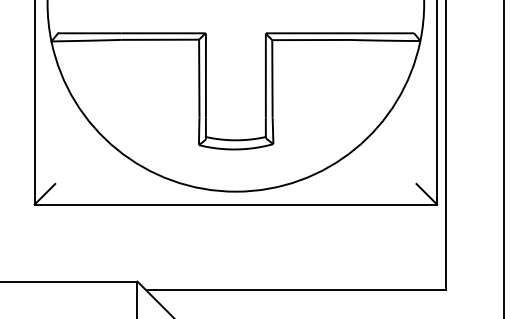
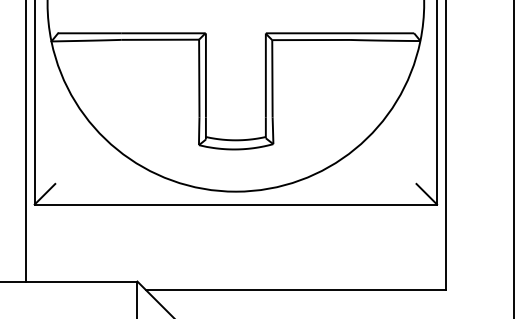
line at (26, 141): none -> present
line at (504, 158) position: (504, 158) -> (514, 158)
